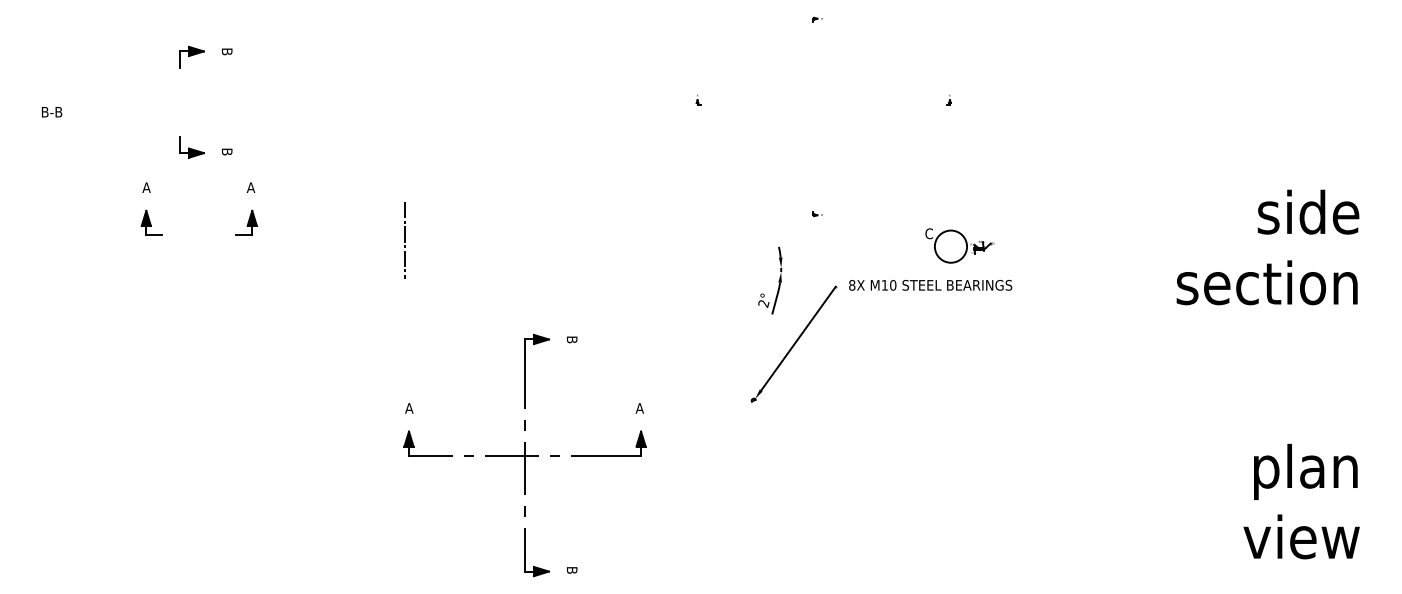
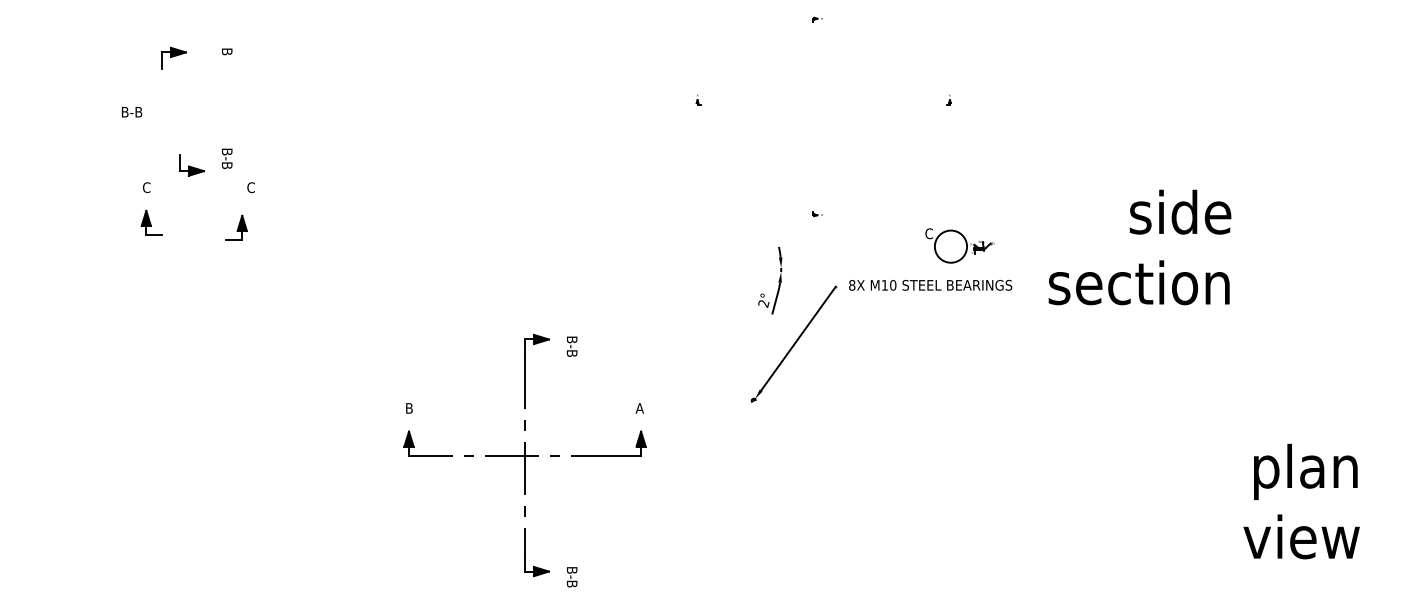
part at (191, 56) position: (191, 56) -> (173, 57)
text at (52, 112) position: (52, 112) -> (132, 112)
part at (191, 147) position: (191, 147) -> (191, 165)
text at (227, 163): B -> B-B
text at (146, 187): A -> C
text at (250, 187): A -> C
part at (246, 222) position: (246, 222) -> (236, 227)
line at (405, 240): present -> none
text at (1267, 247) position: (1267, 247) -> (1139, 247)
text at (571, 350): B -> B-B
text at (409, 408): A -> B
text at (571, 581): B -> B-B
